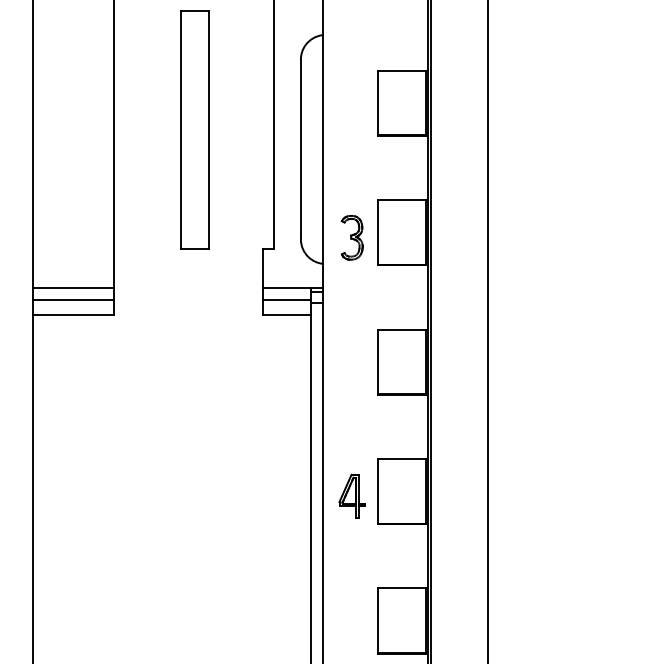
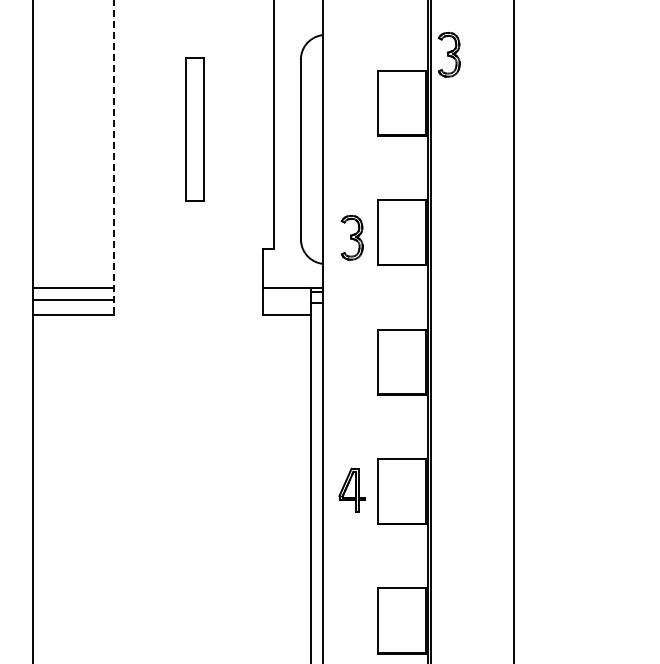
part at (448, 54): none -> present
part at (194, 129) size: 30x240 px -> 20x145 px
line at (113, 157): solid -> dashed
line at (287, 299): present -> none
line at (488, 331) position: (488, 331) -> (514, 331)
part at (351, 495) position: (351, 495) -> (351, 489)
